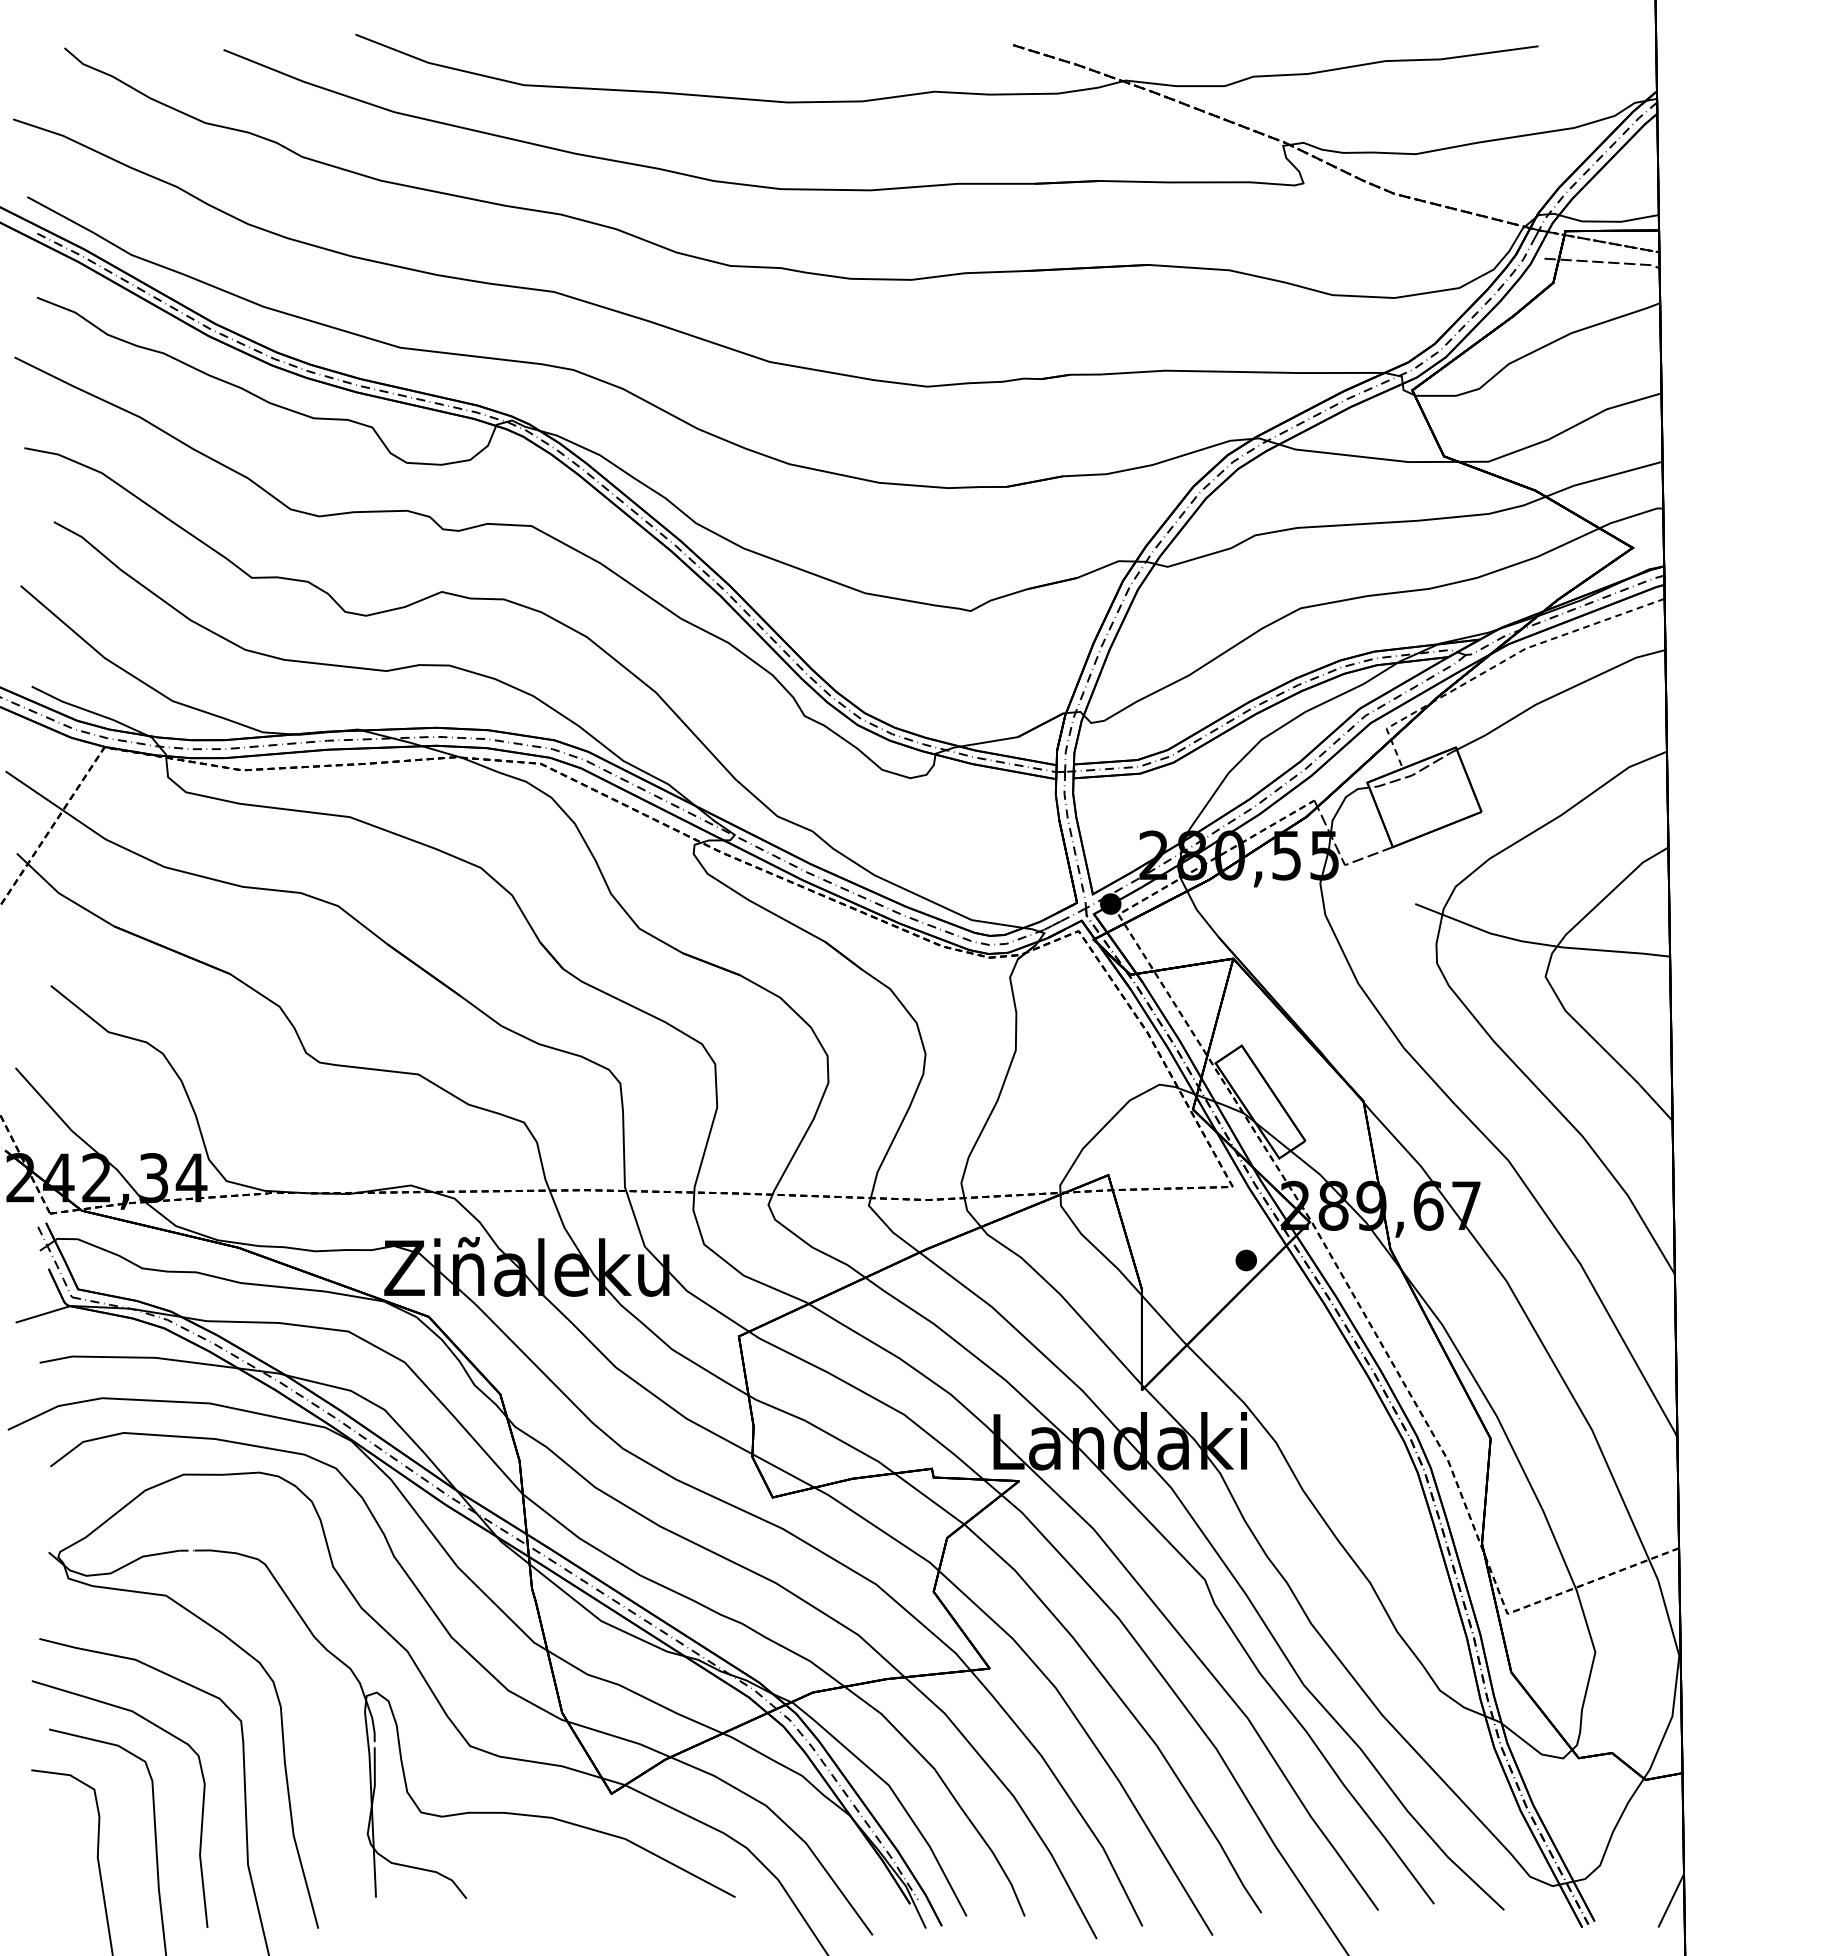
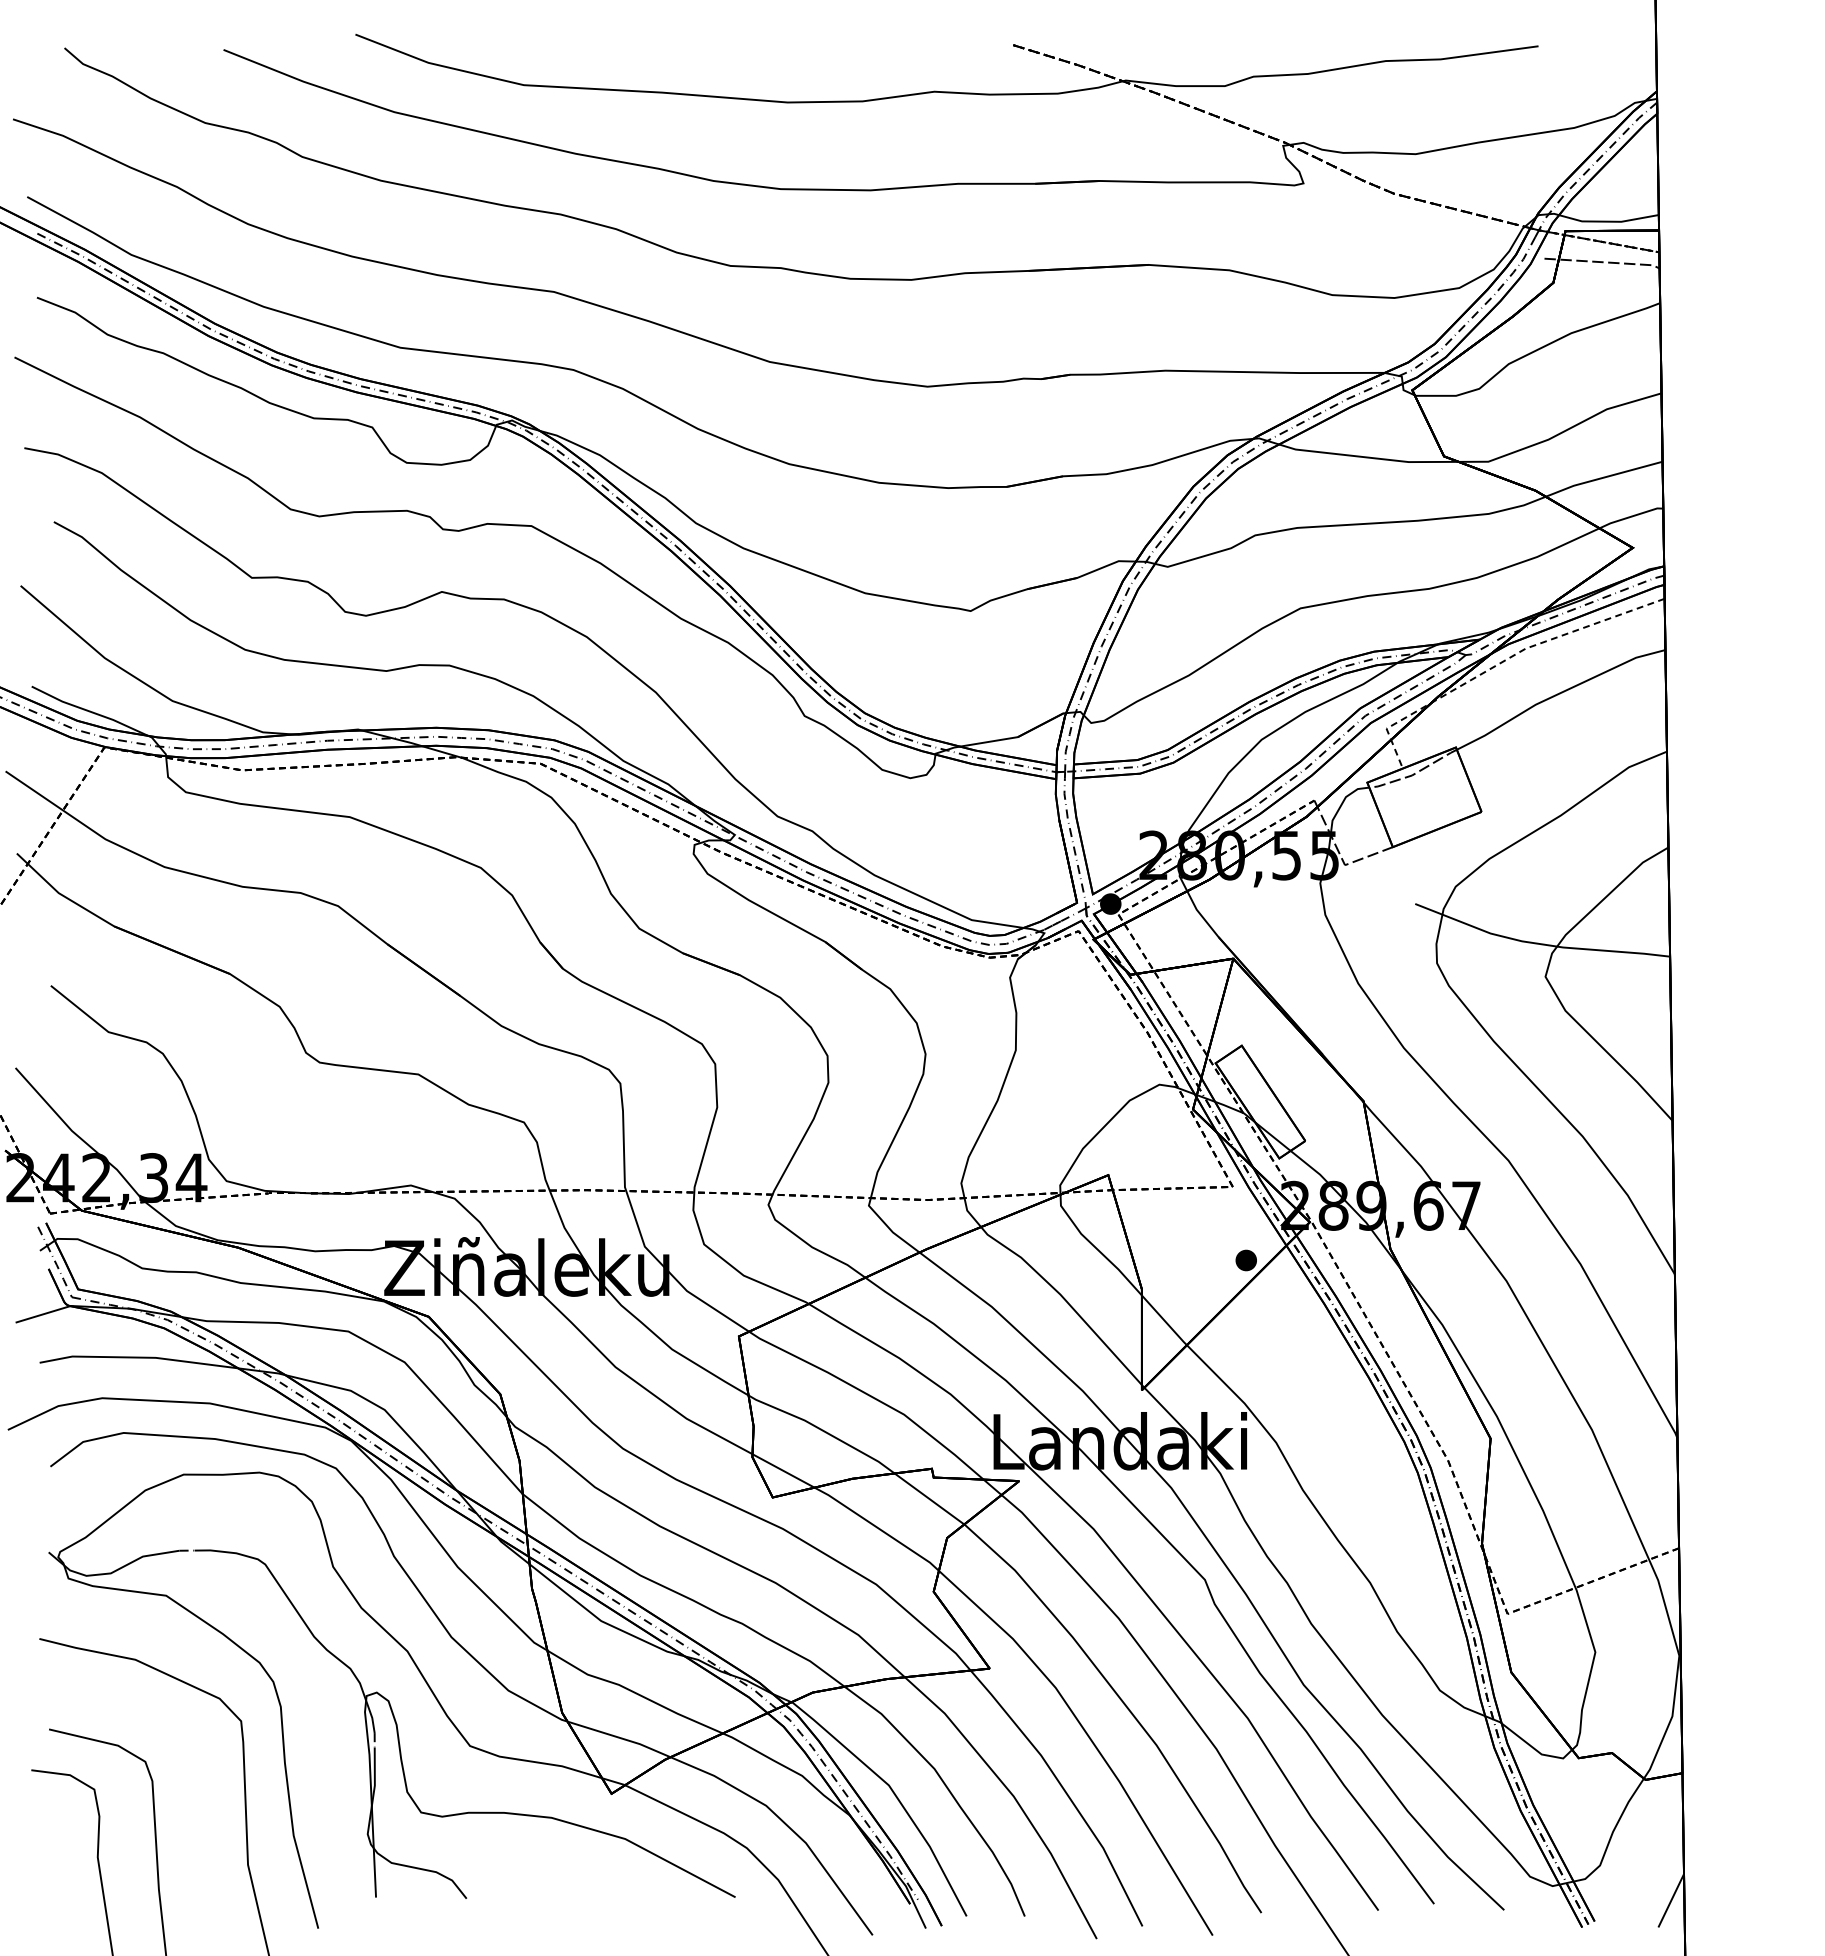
curve at (201, 1813): present -> none
